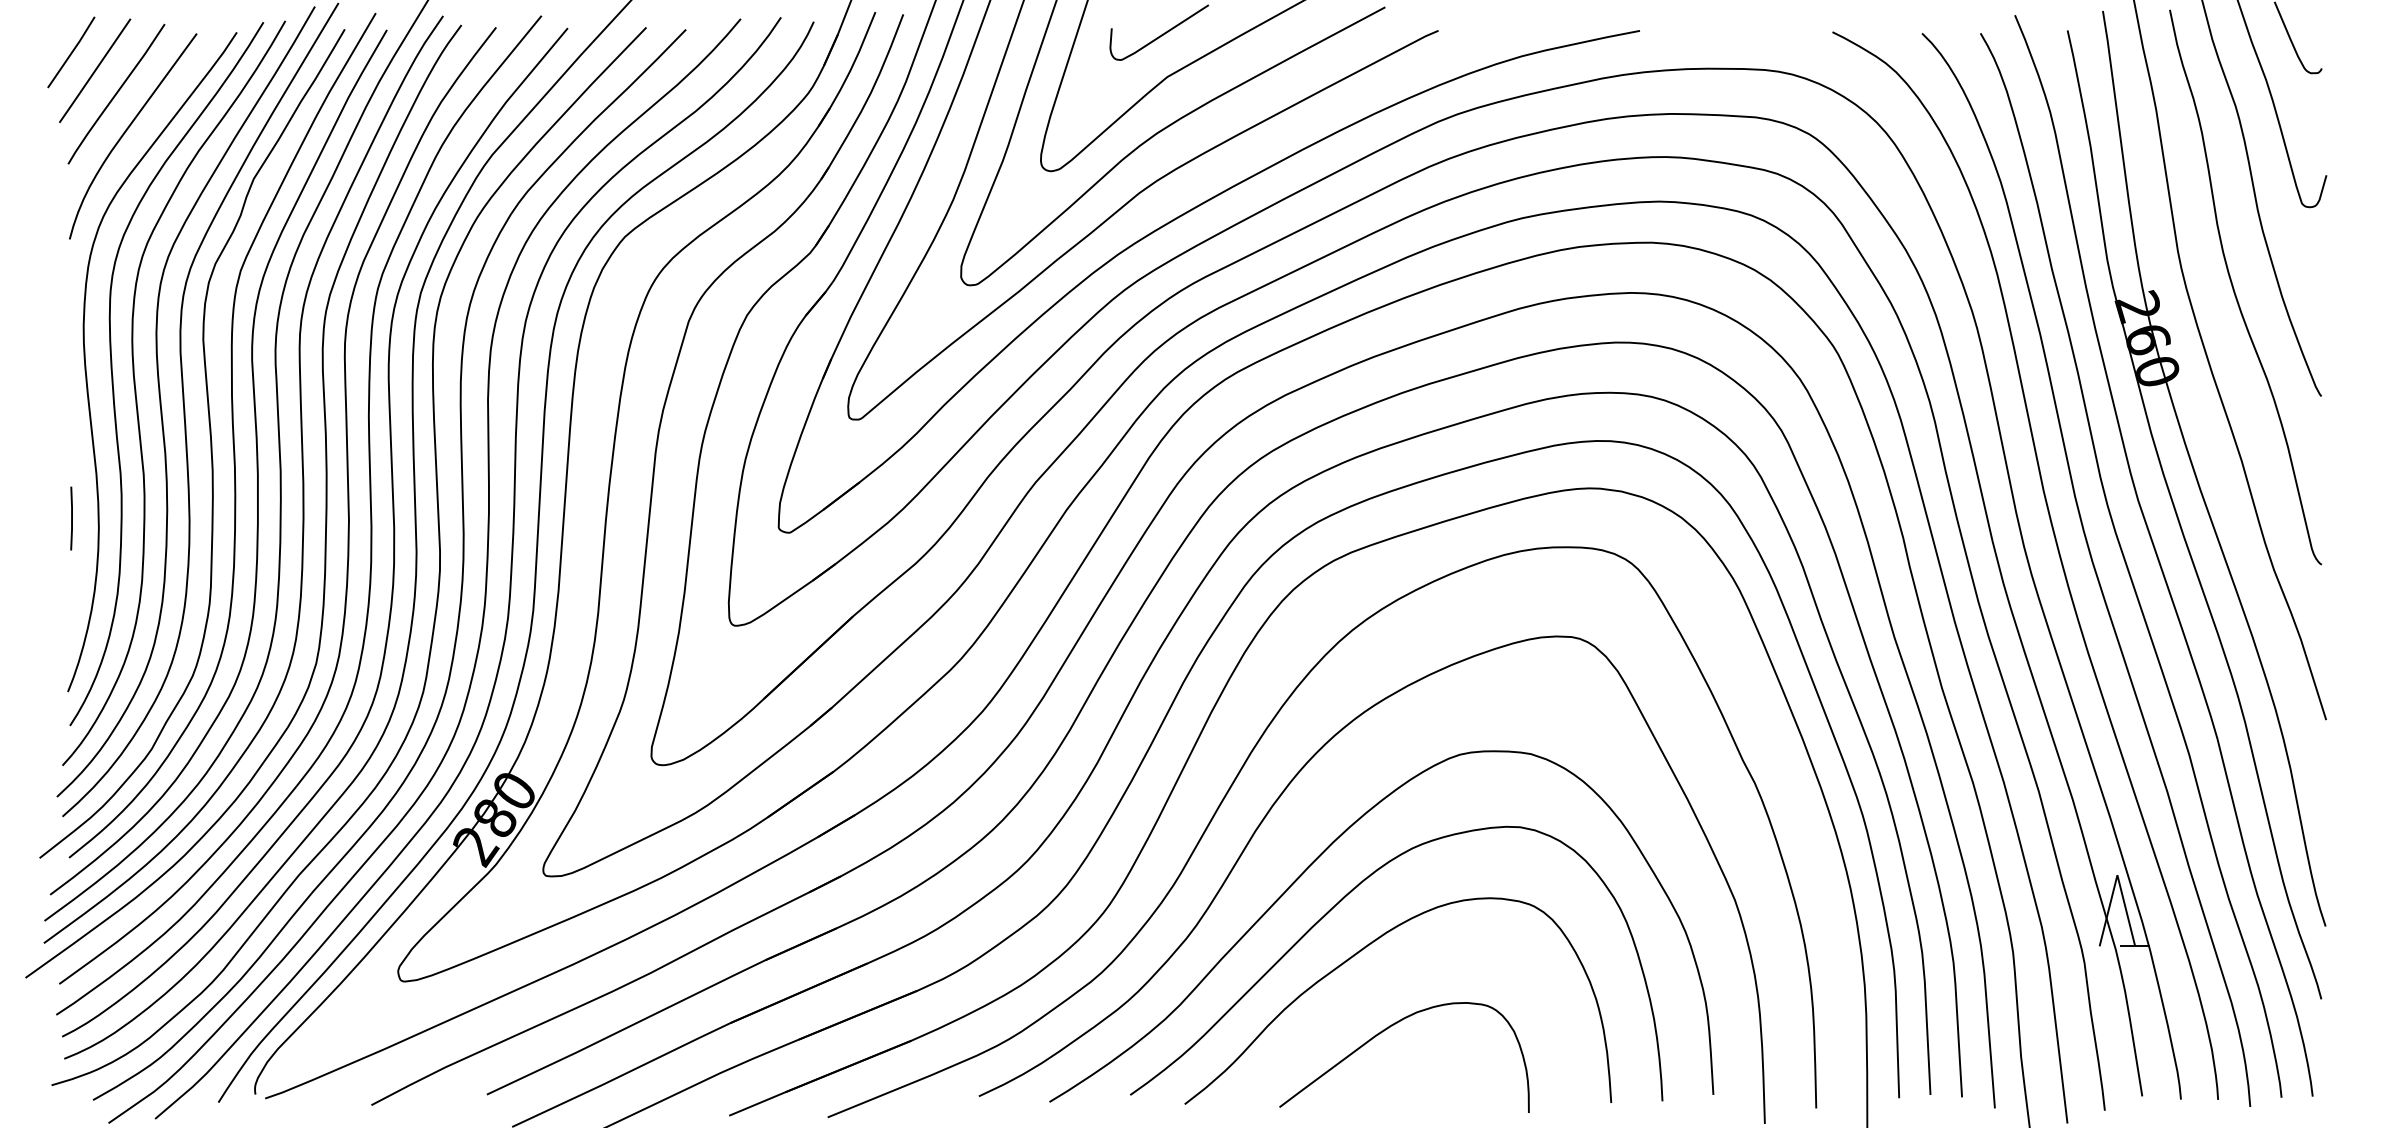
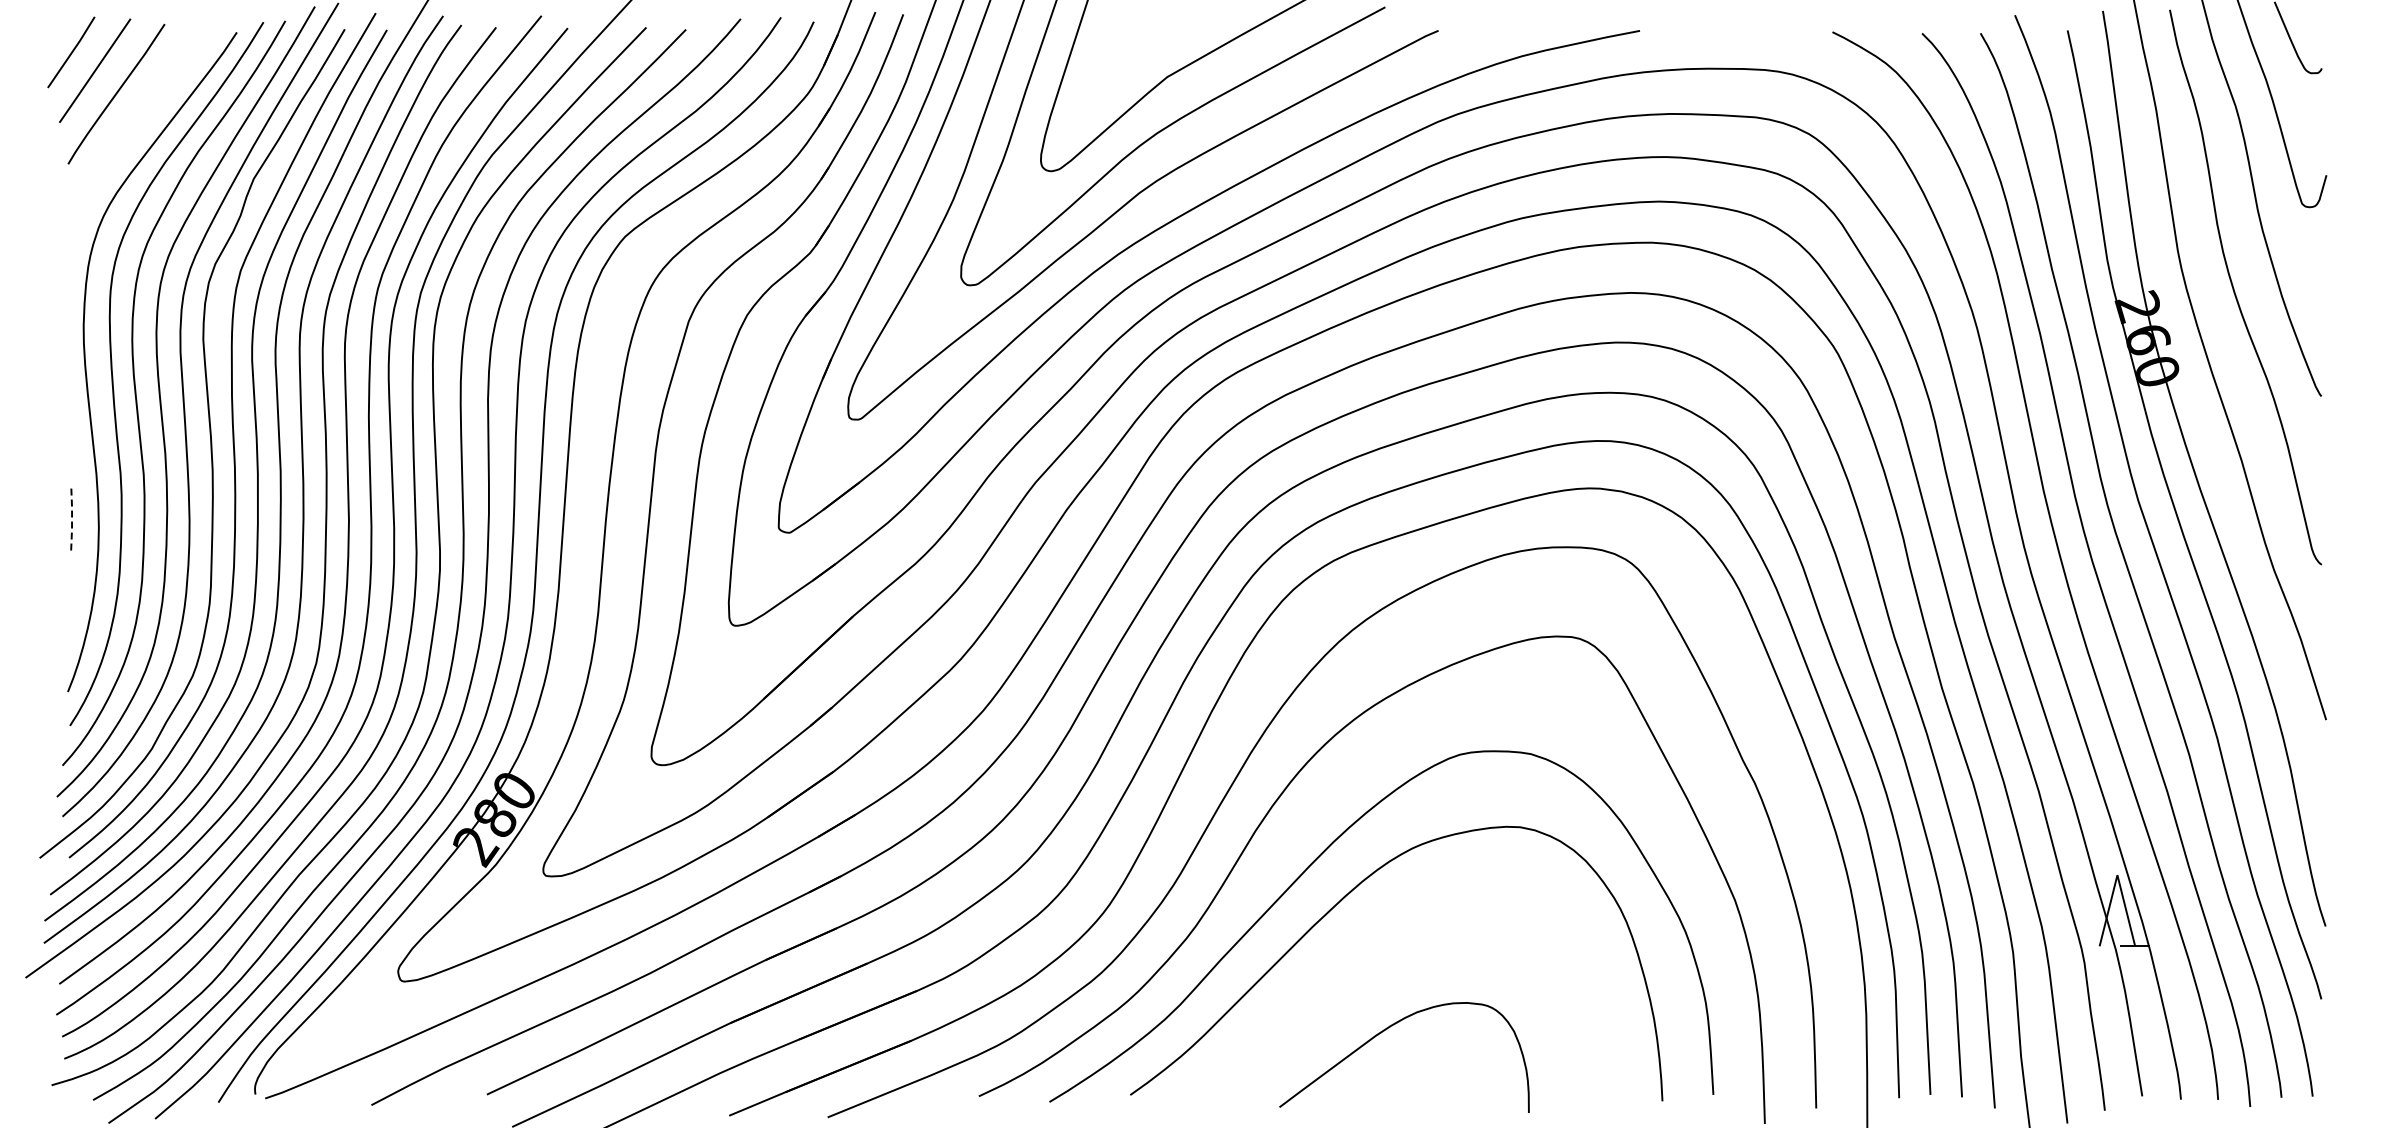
curve at (1161, 34): present -> none
curve at (127, 130): present -> none
line at (72, 518): solid -> dashed
curve at (1364, 949): present -> none
